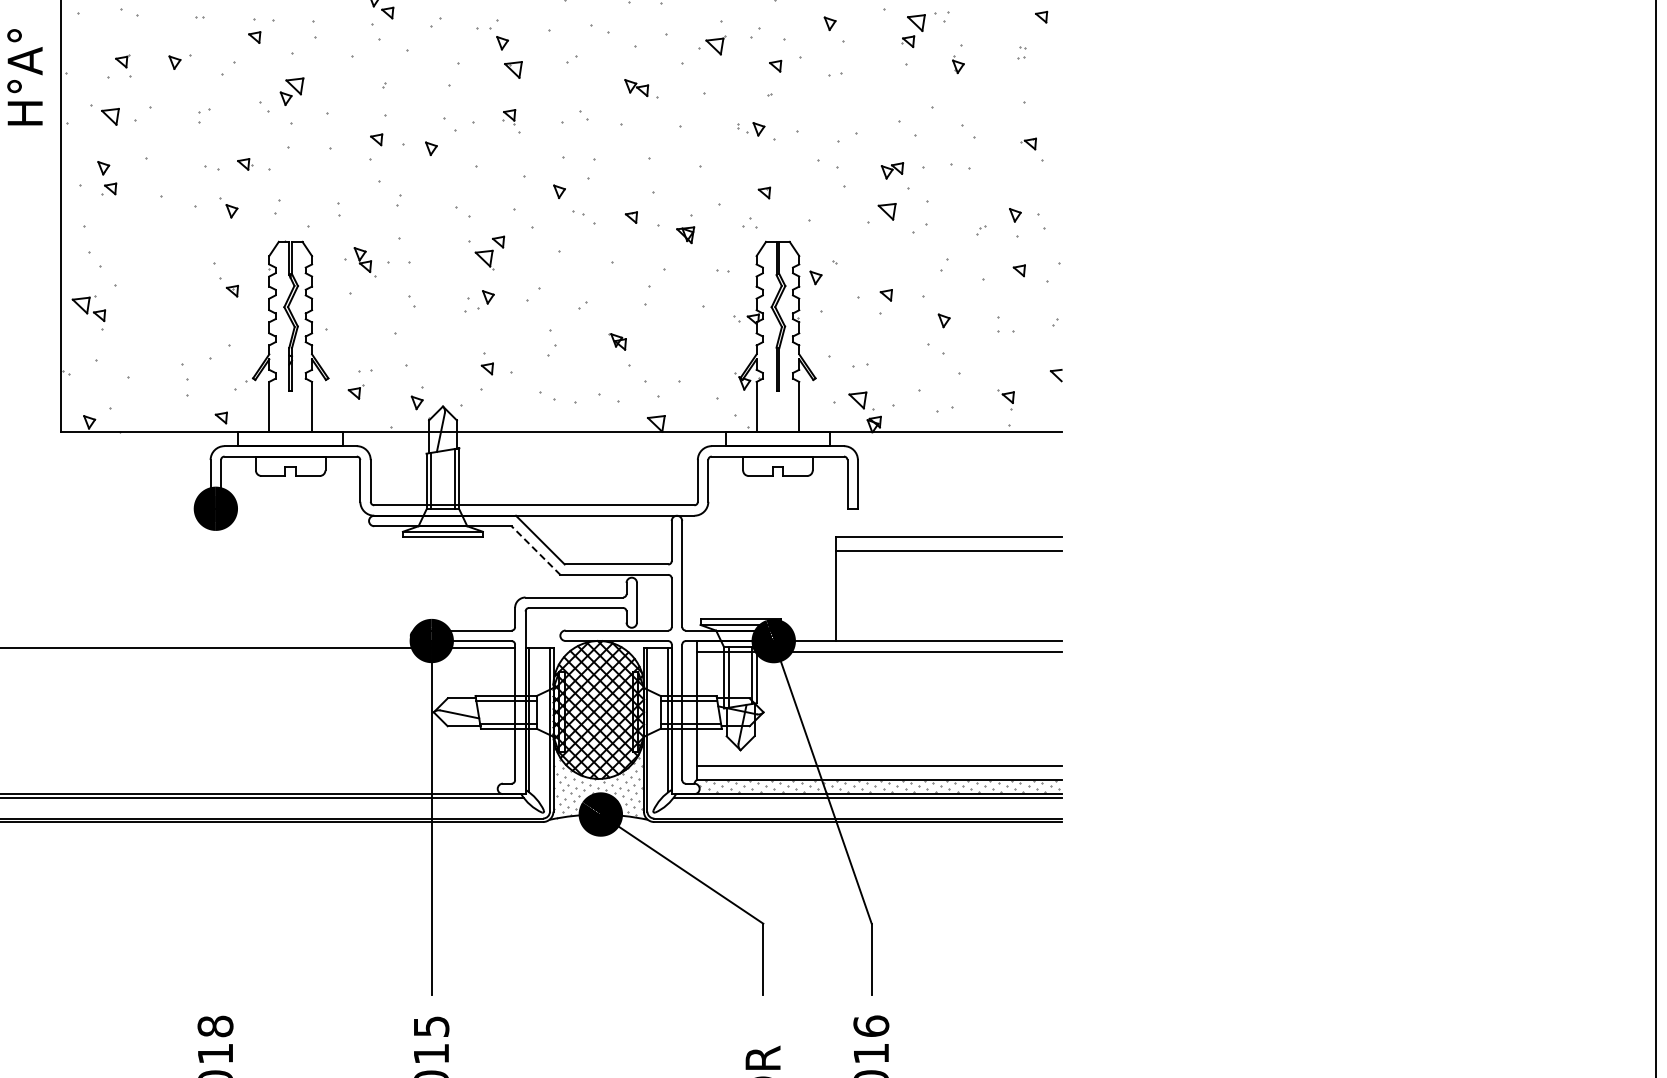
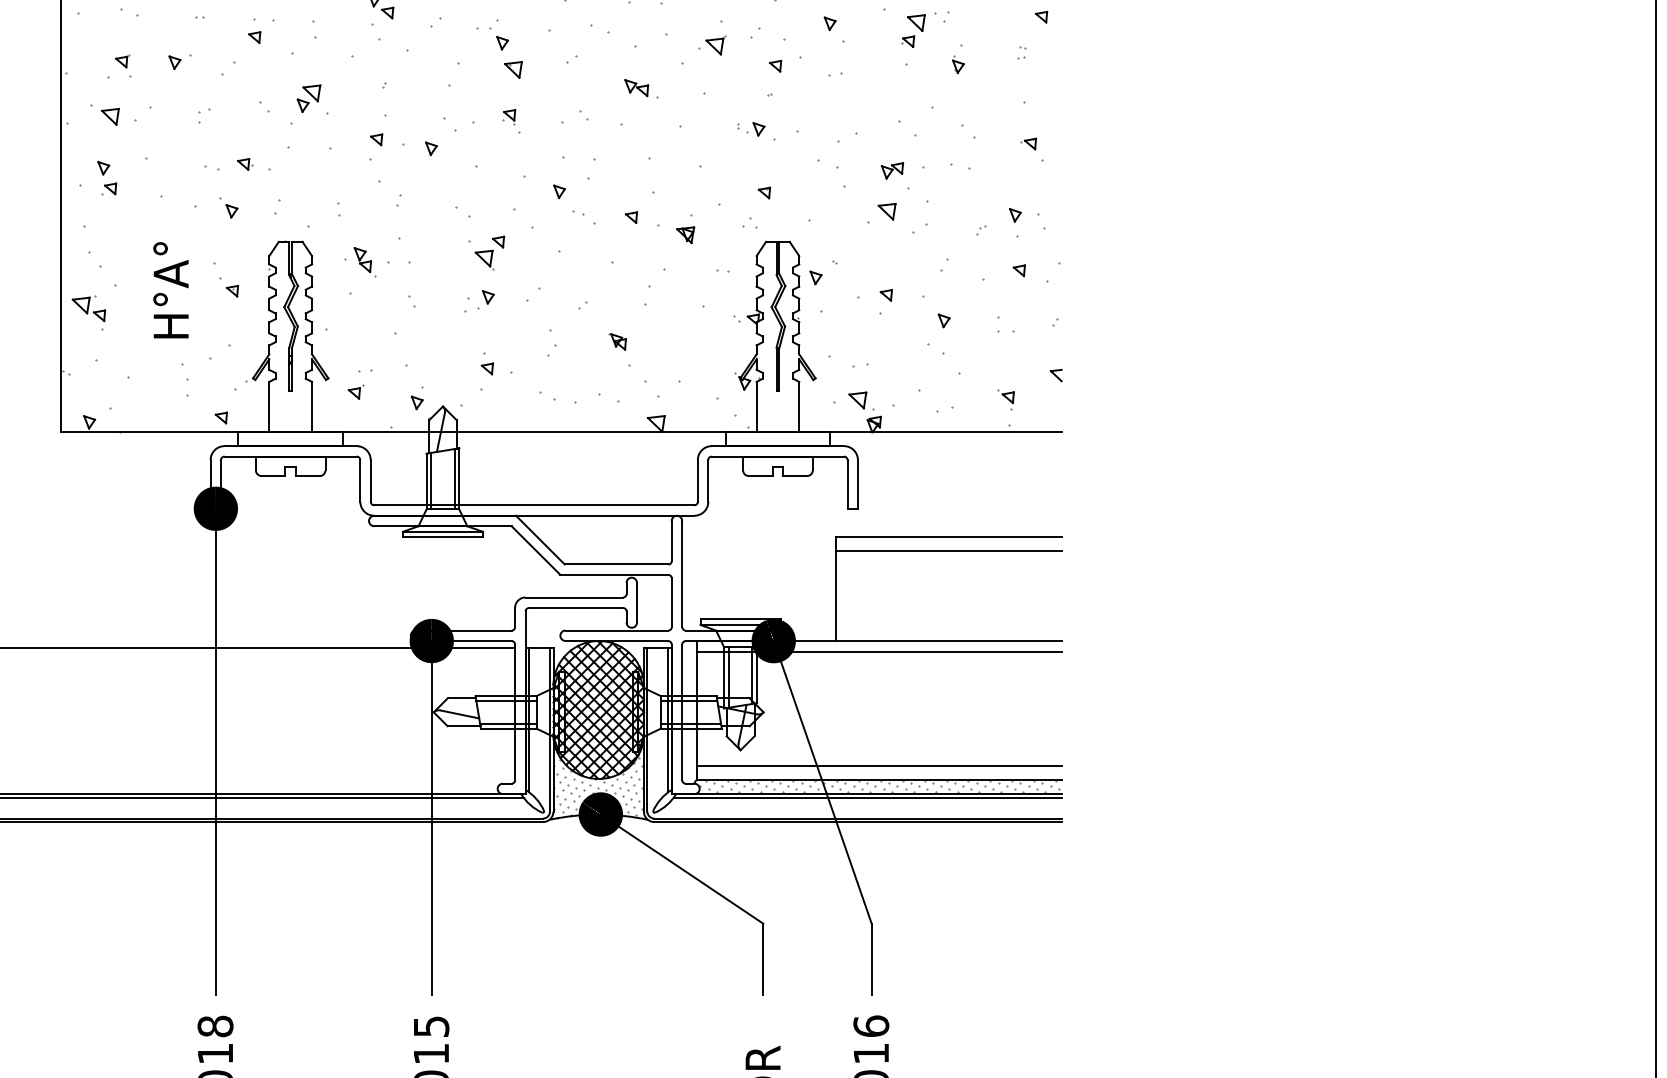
text at (24, 77) position: (24, 77) -> (170, 290)
part at (291, 91) position: (291, 91) -> (308, 98)
line at (536, 550): dashed -> solid
line at (215, 751): none -> present
